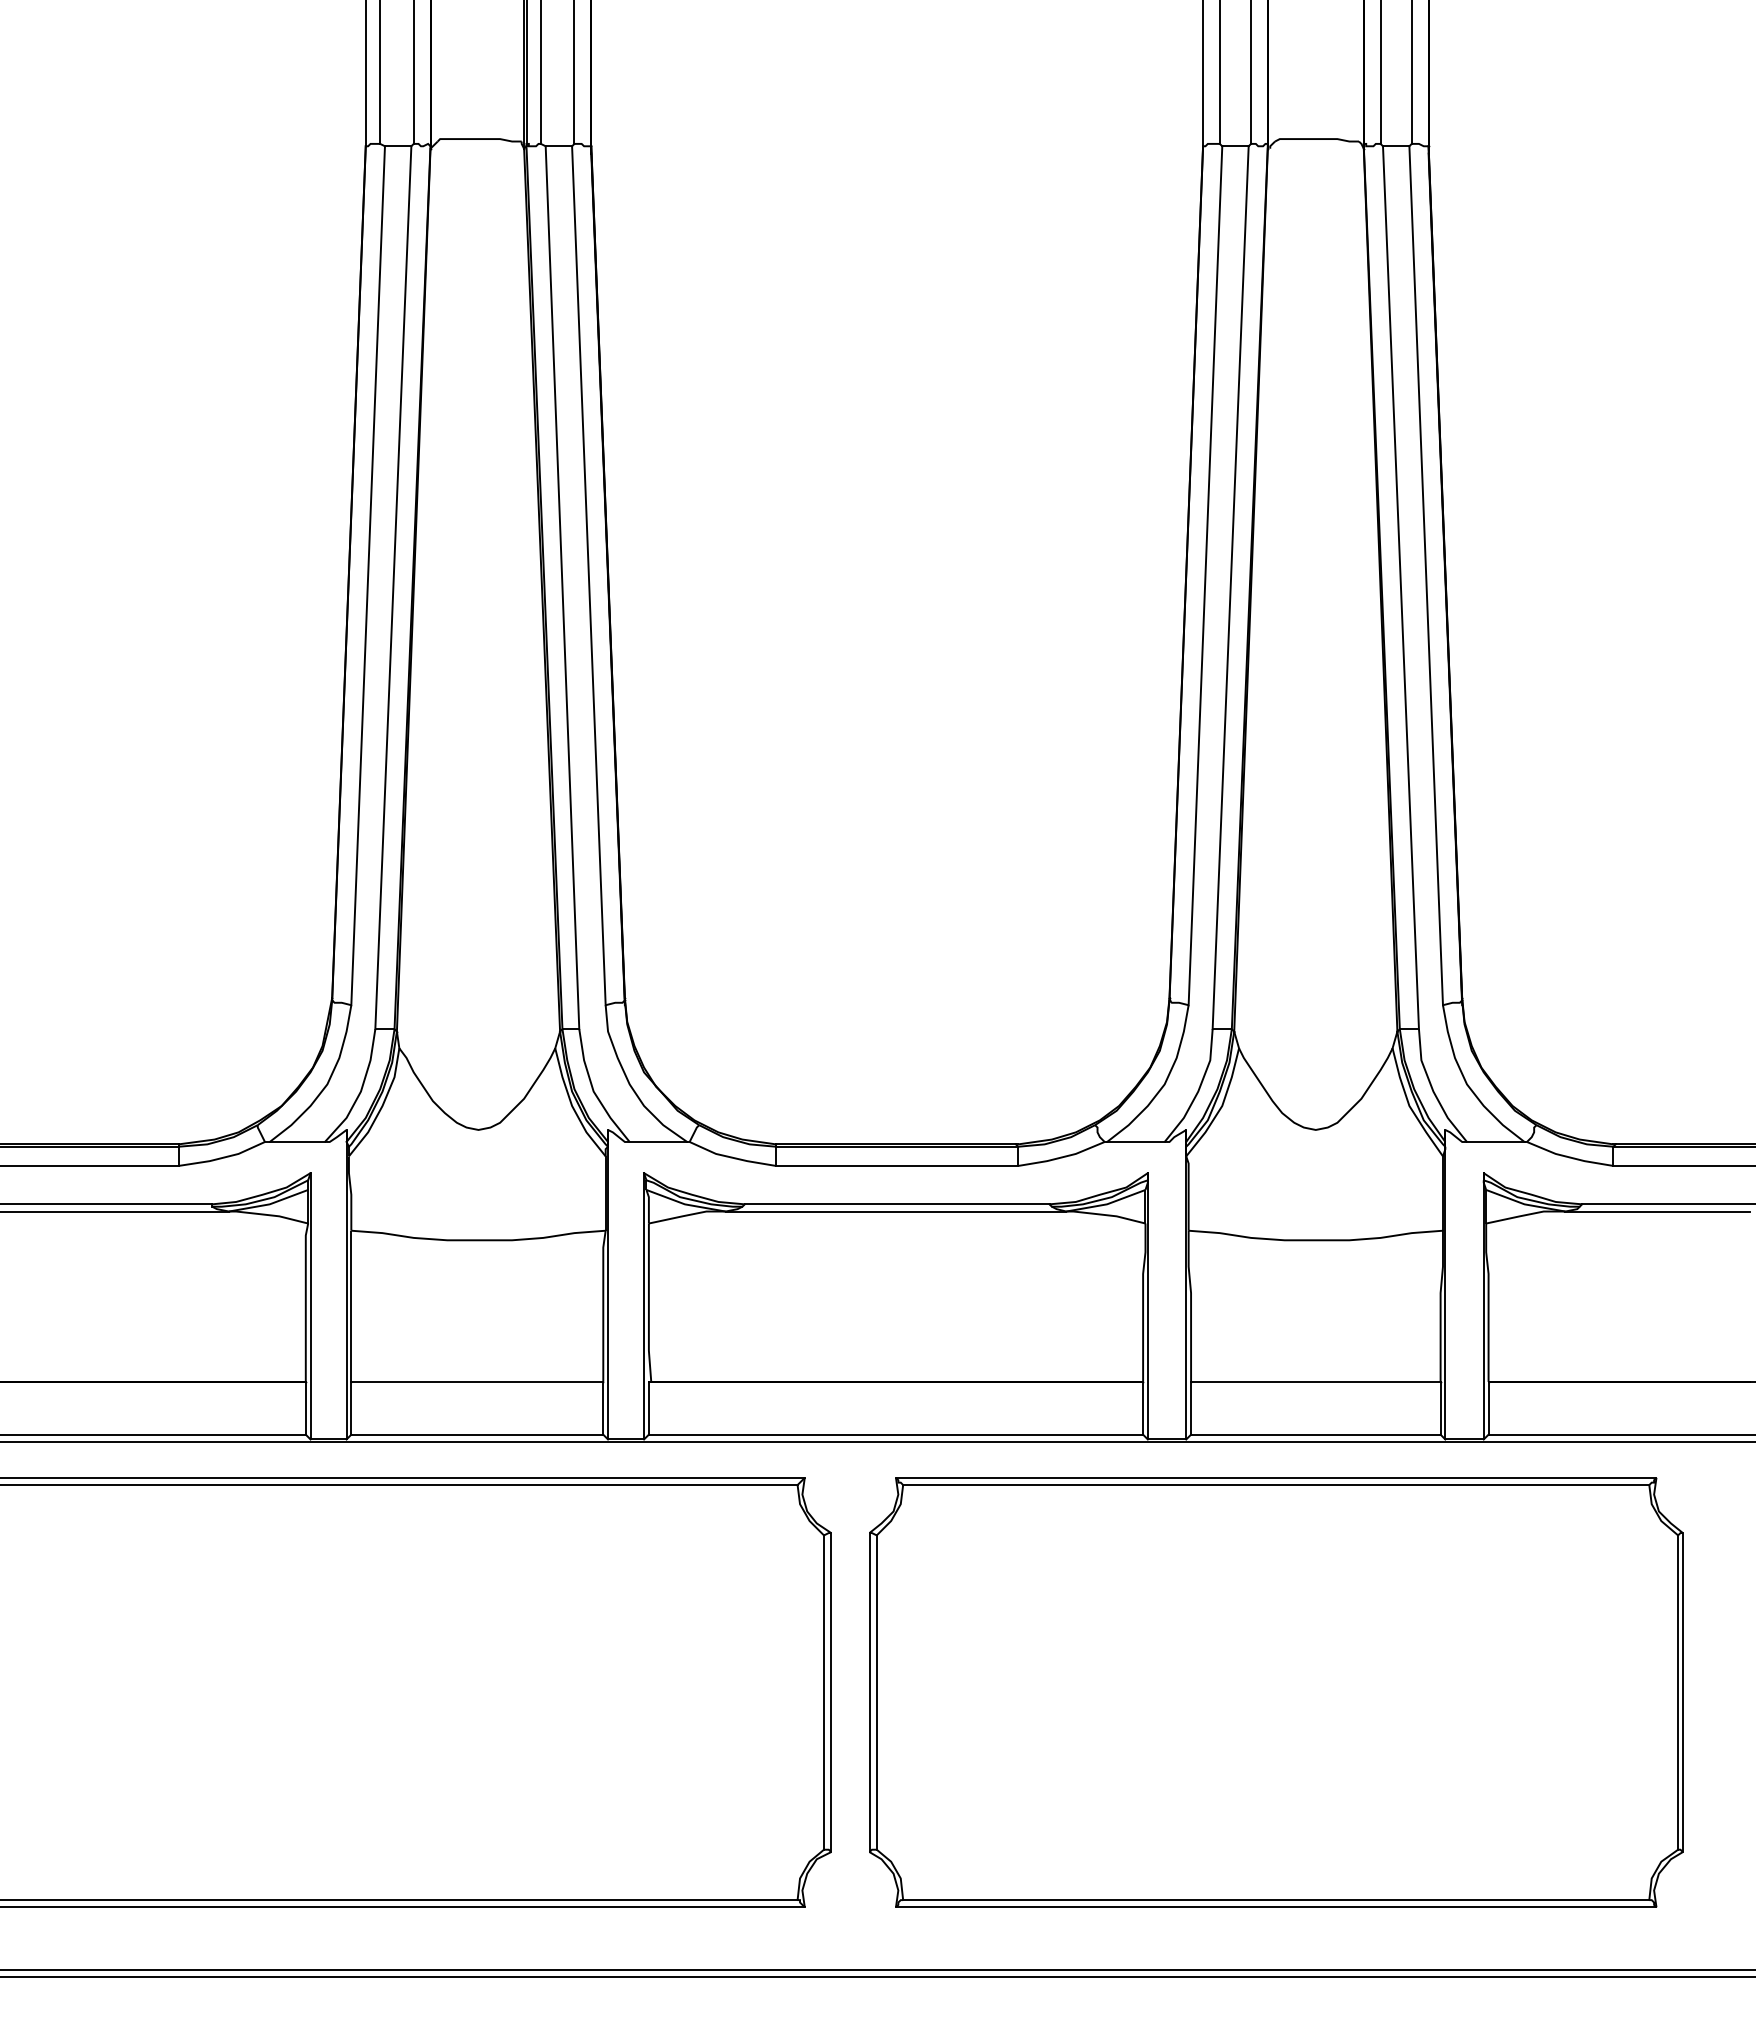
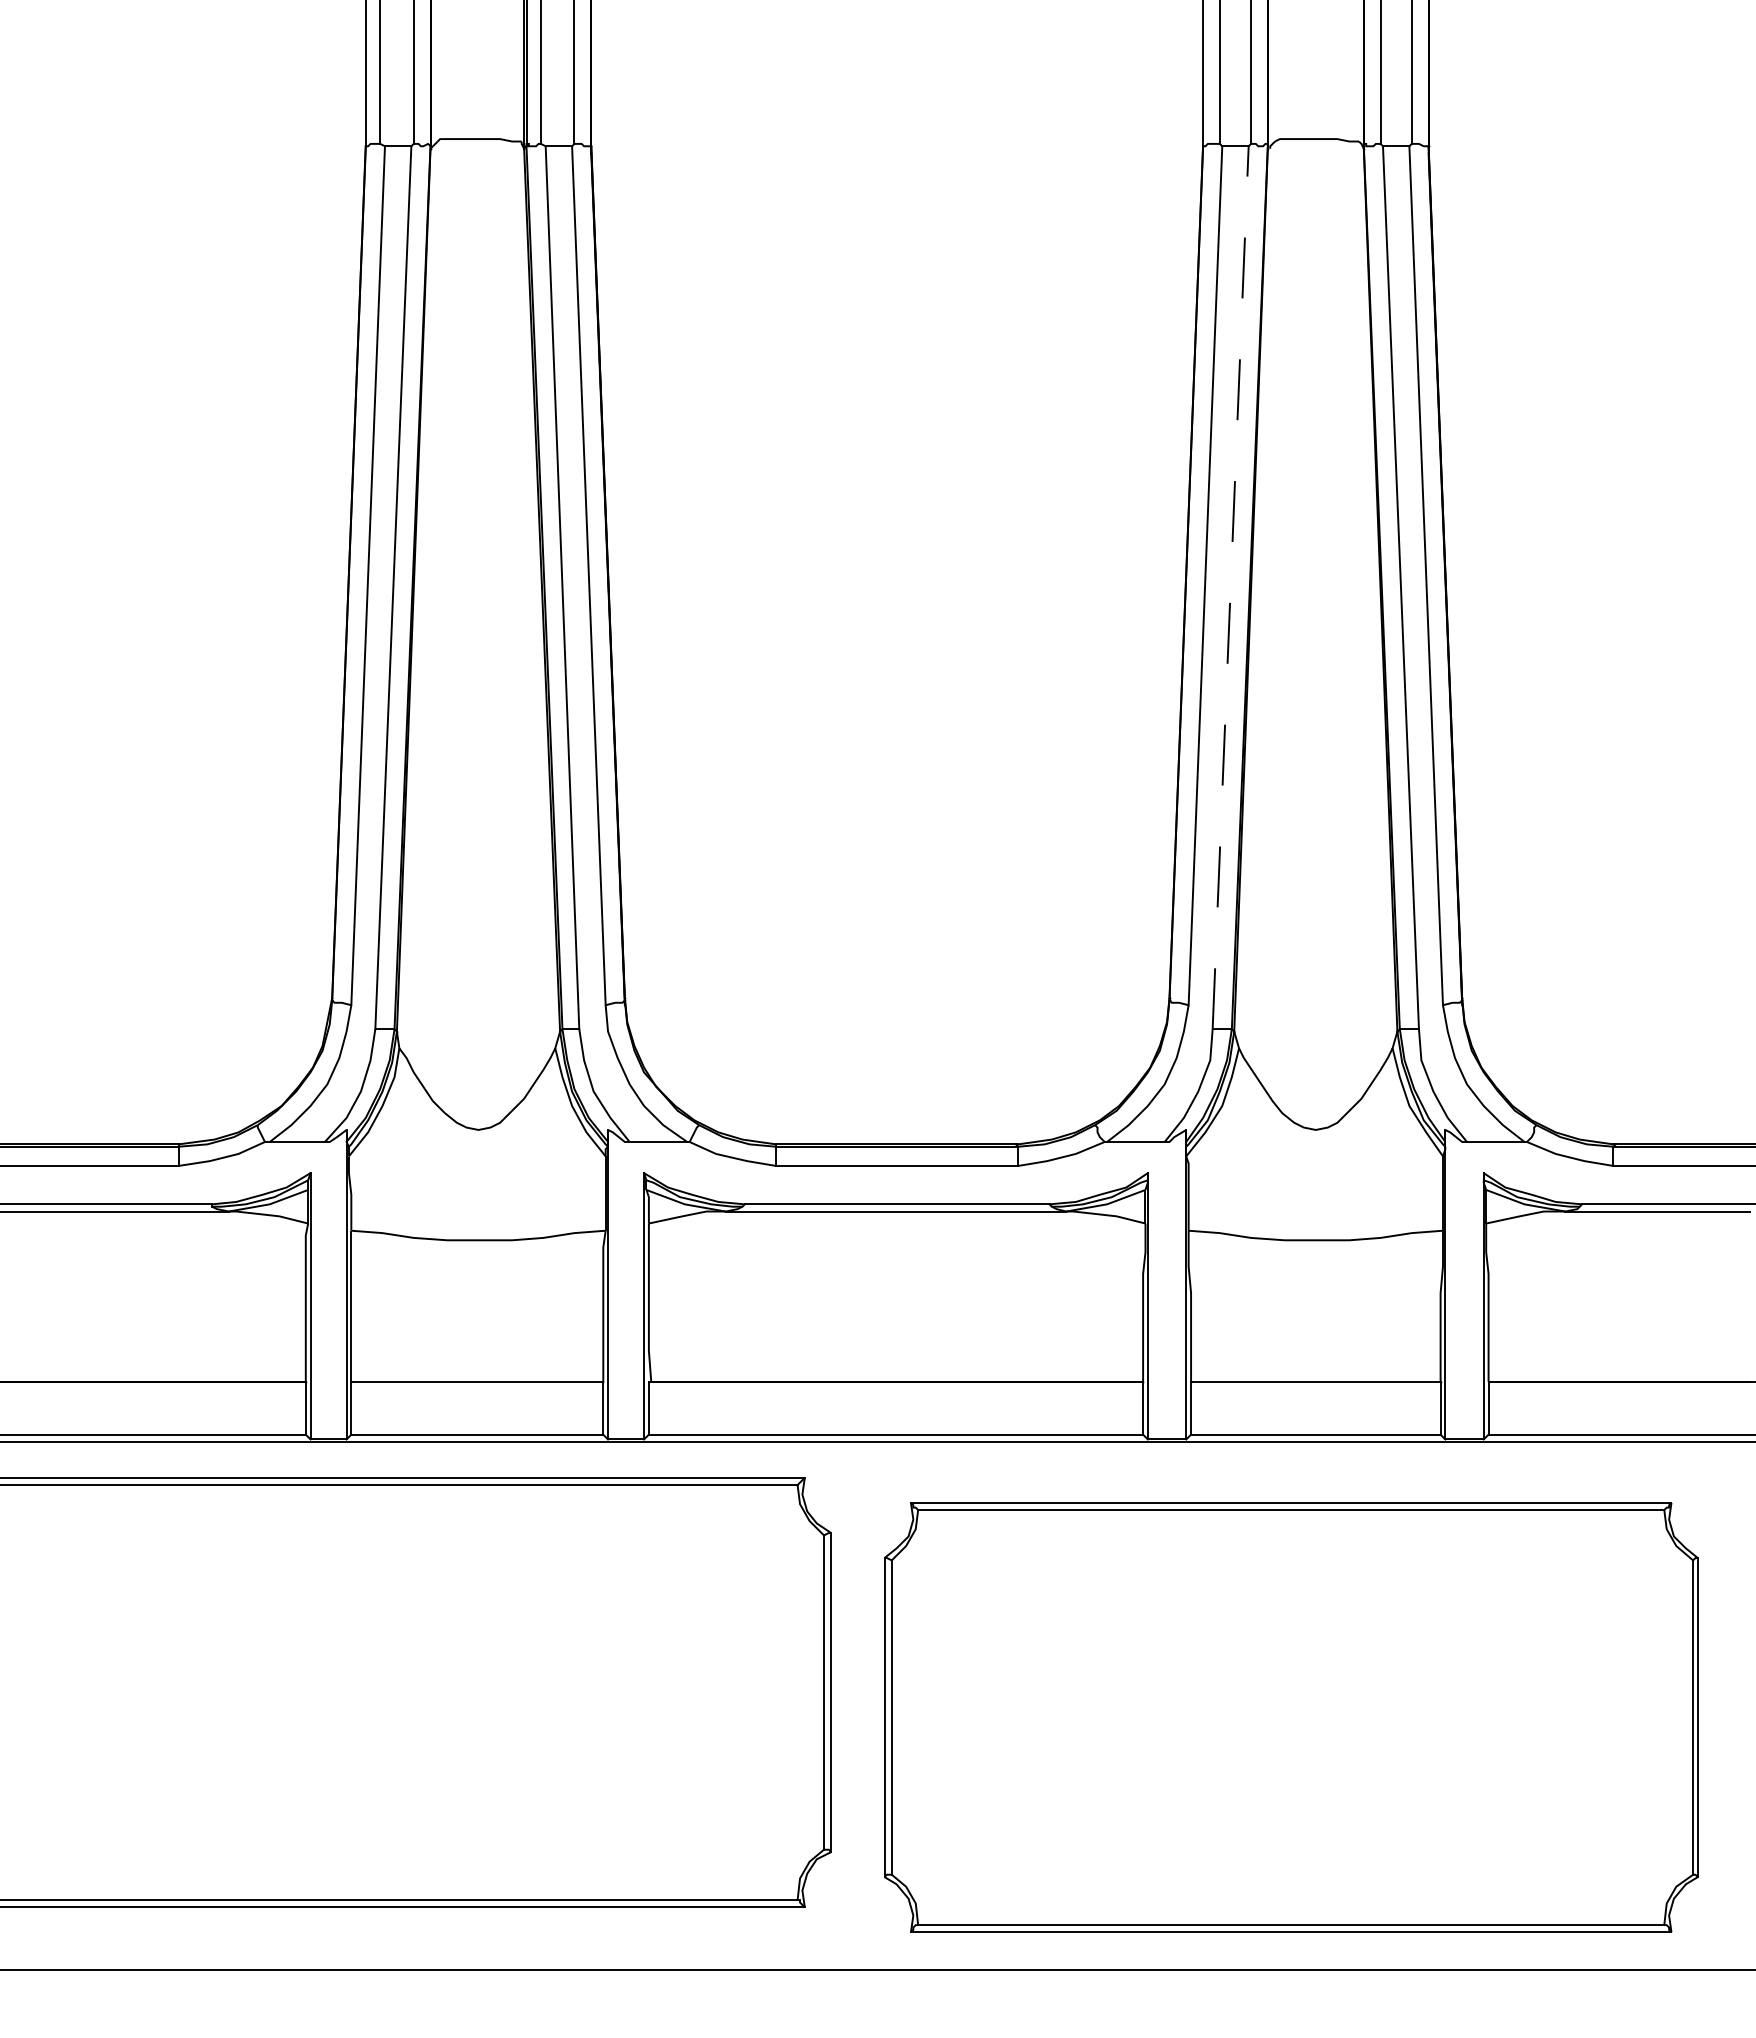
line at (1230, 587): solid -> dashed
part at (1276, 1692) position: (1276, 1692) -> (1291, 1717)
line at (877, 1976): present -> none
